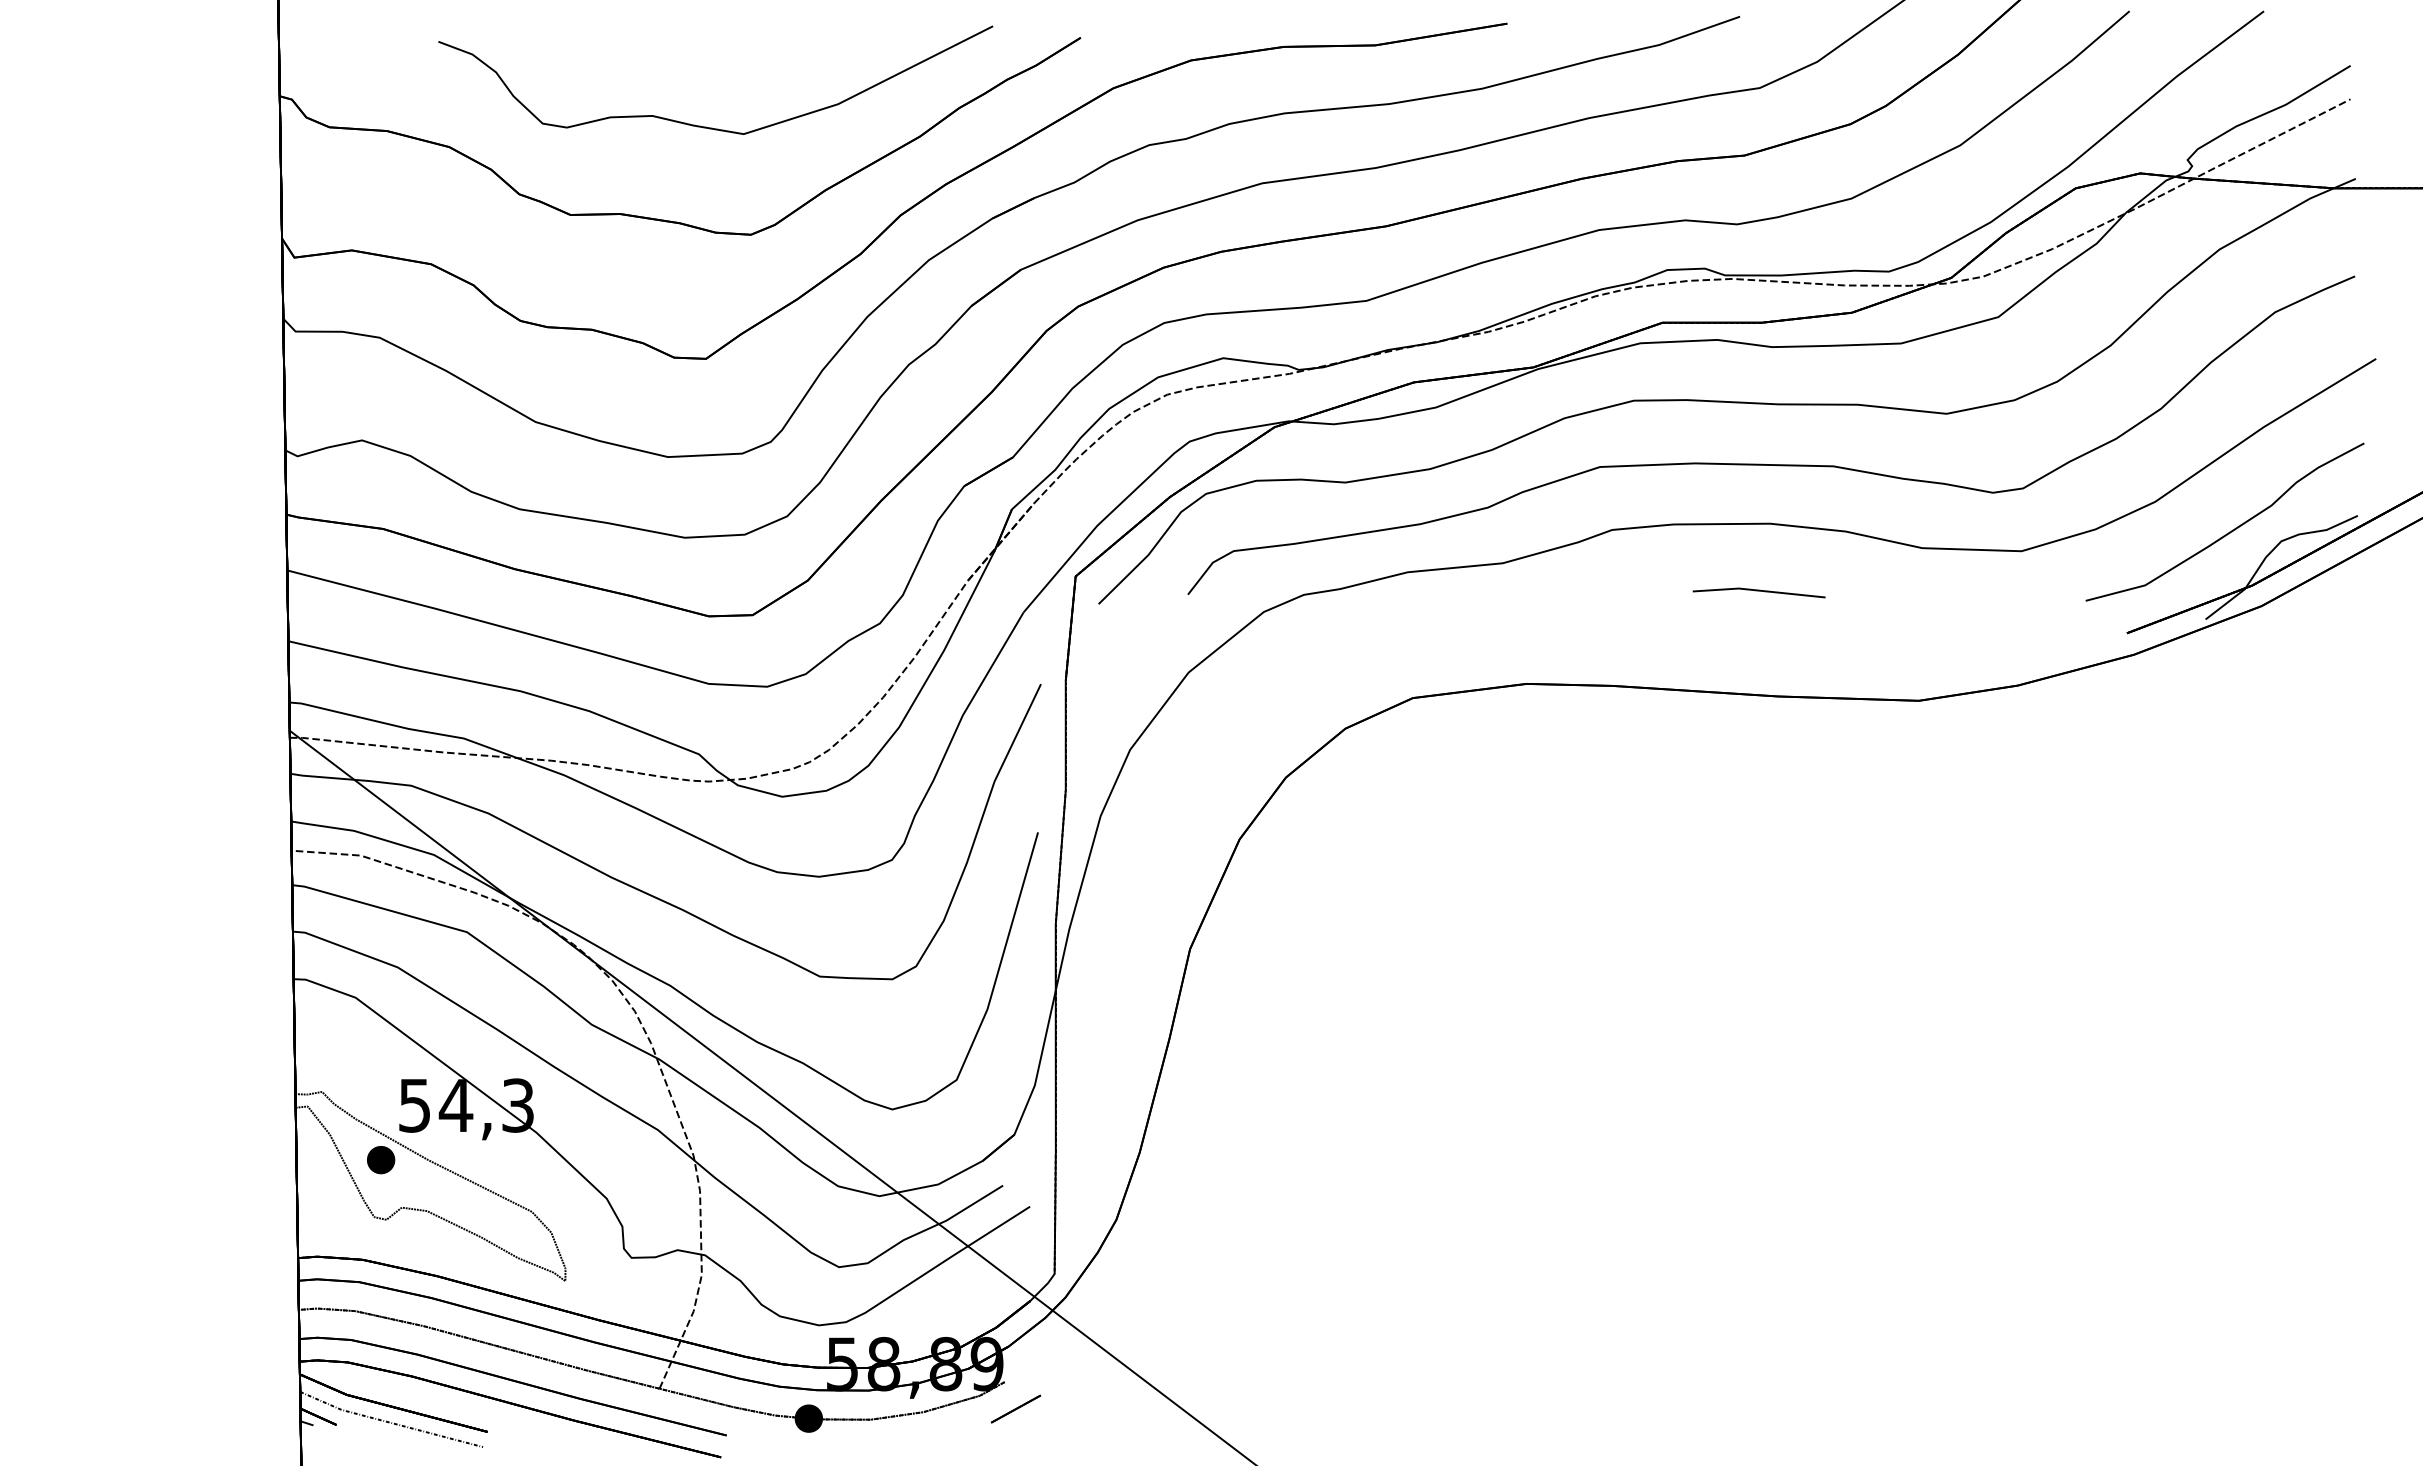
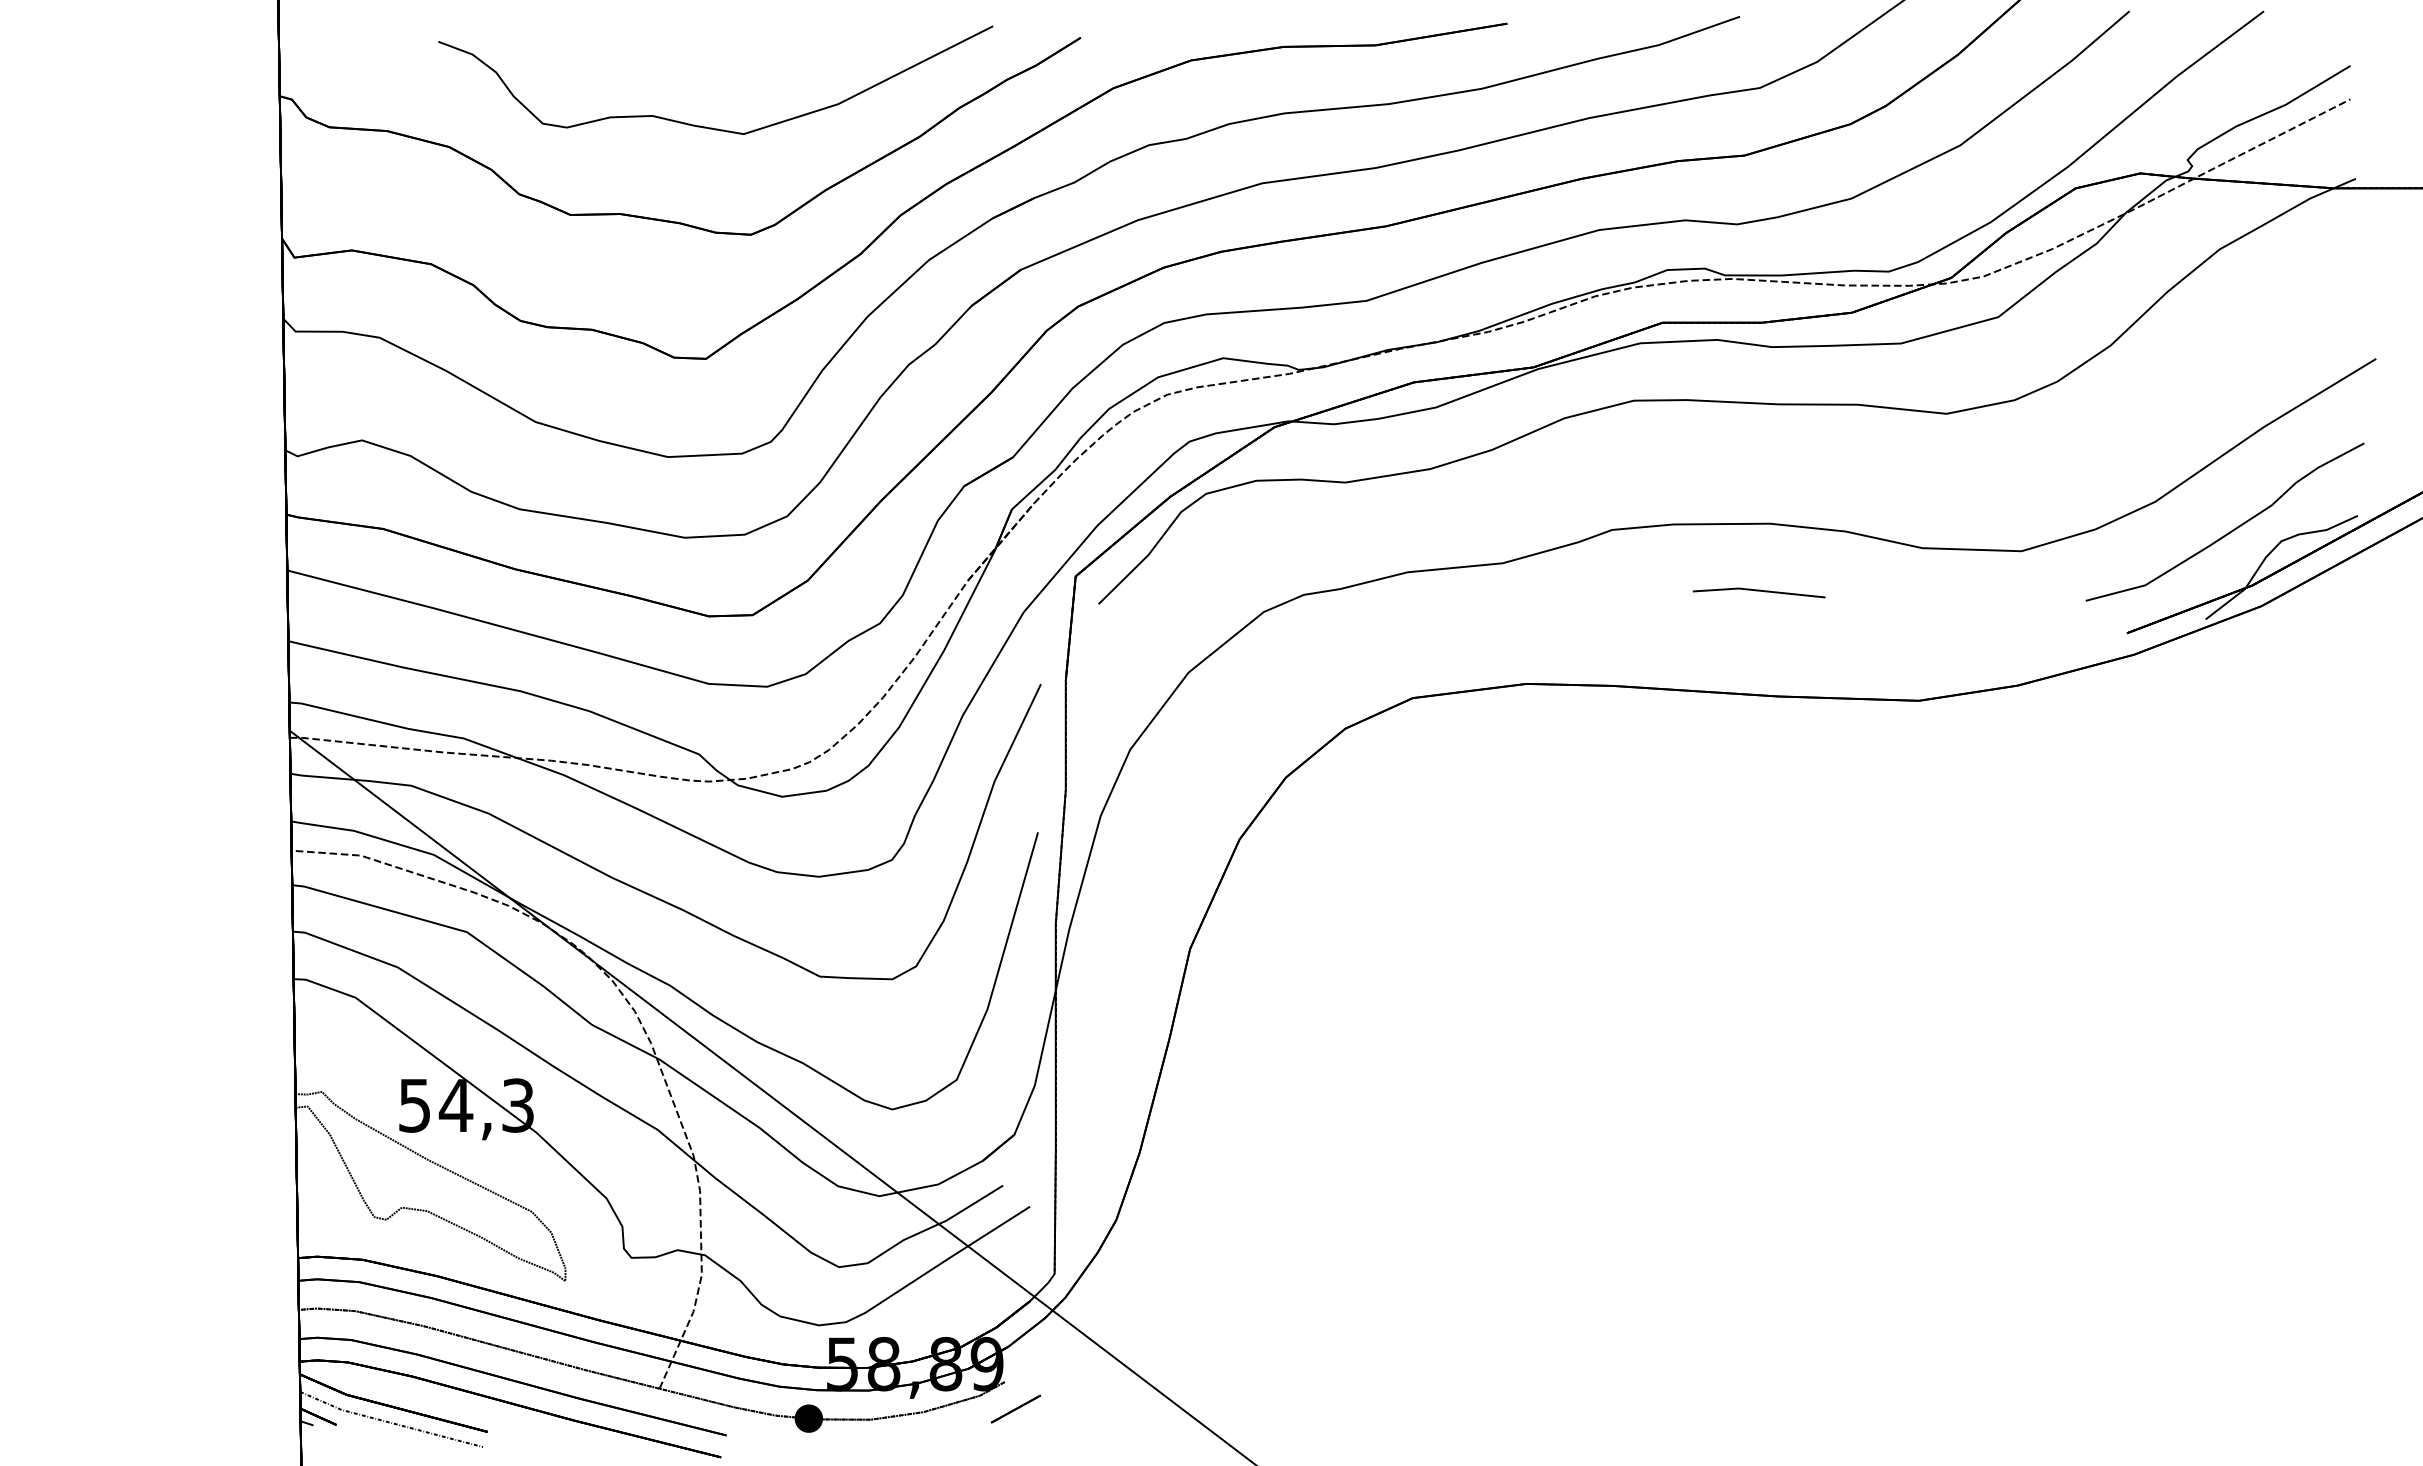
part at (1771, 464): present -> none
part at (381, 1160): present -> none
